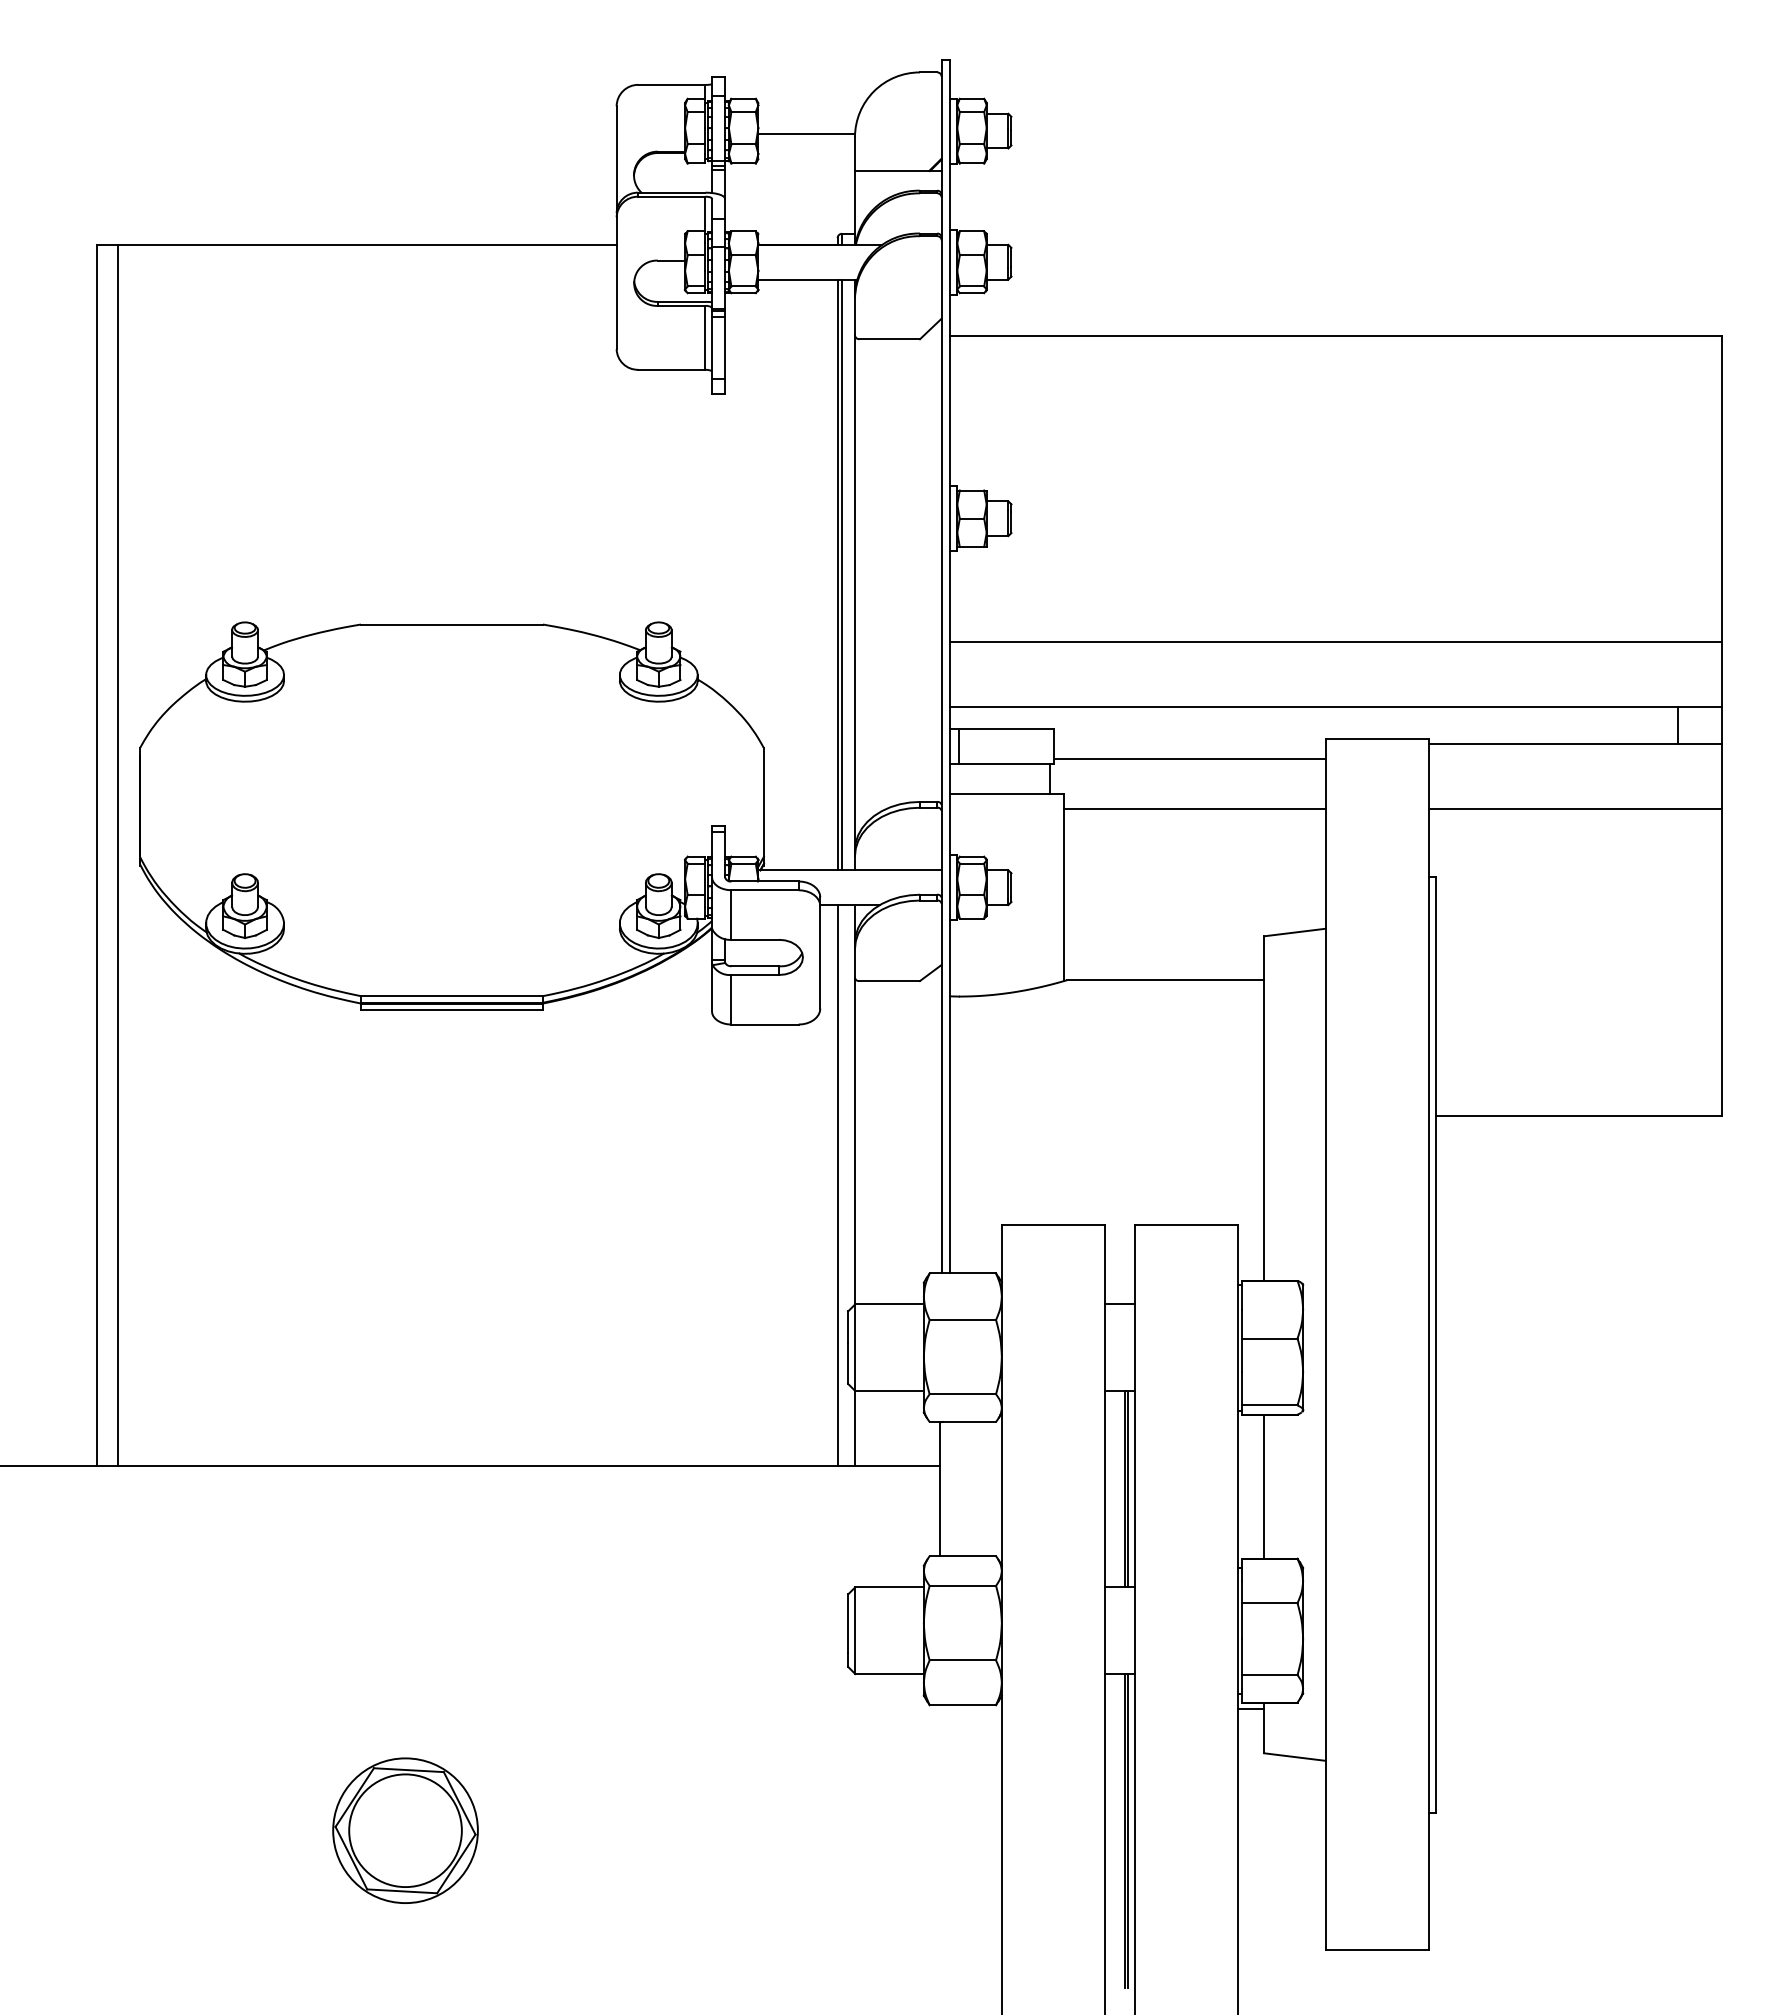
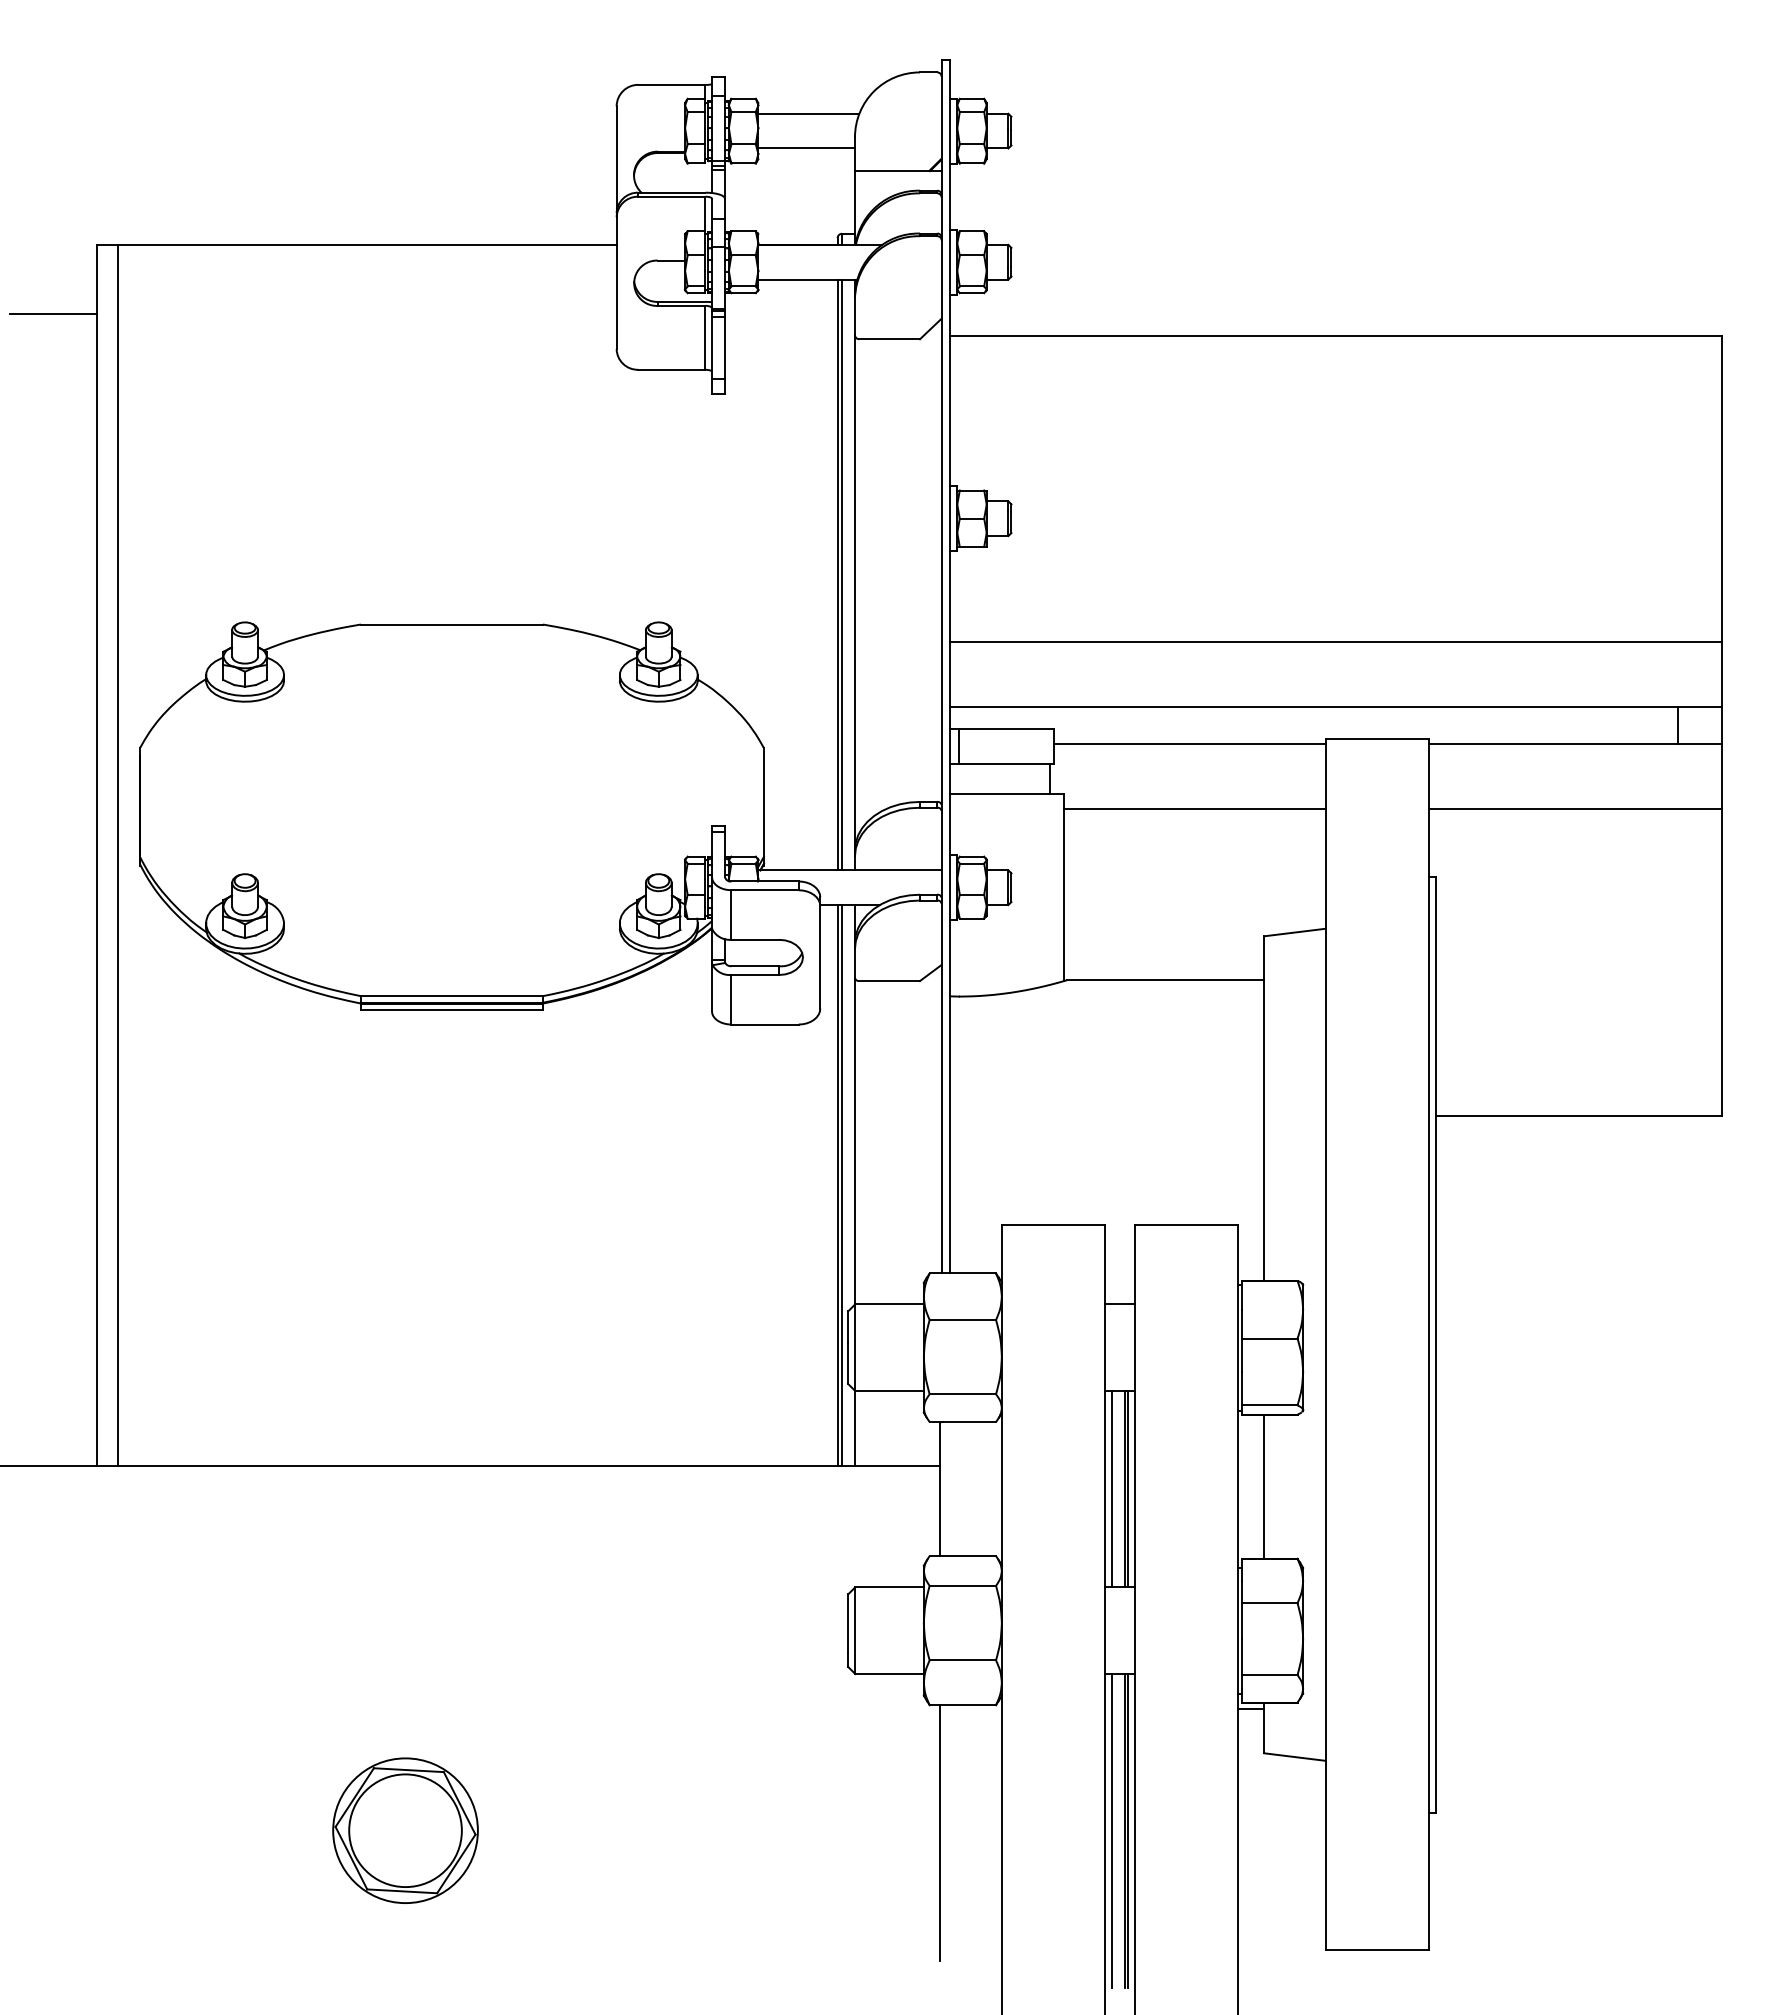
line at (808, 113): none -> present
line at (806, 134) position: (806, 134) -> (806, 148)
line at (52, 314): none -> present
line at (1189, 759) position: (1189, 759) -> (1189, 744)
line at (841, 1185): none -> present
line at (1111, 1489): none -> present
line at (1111, 1830): none -> present
line at (940, 1833): none -> present
